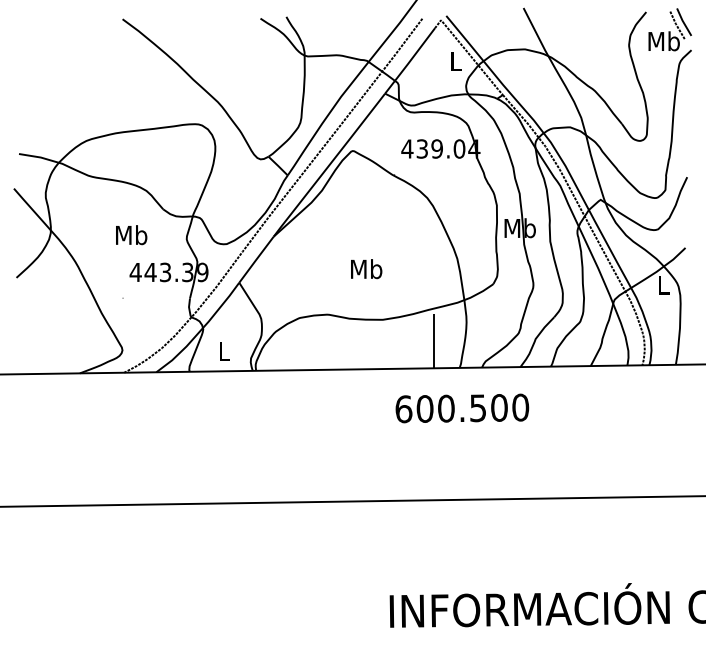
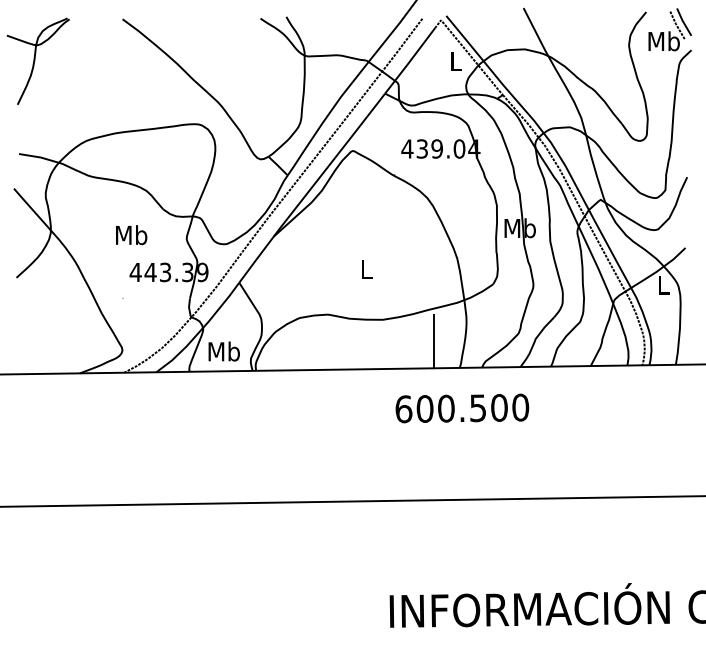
part at (37, 60): none -> present
text at (366, 269): Mb -> L
text at (223, 351): L -> Mb
